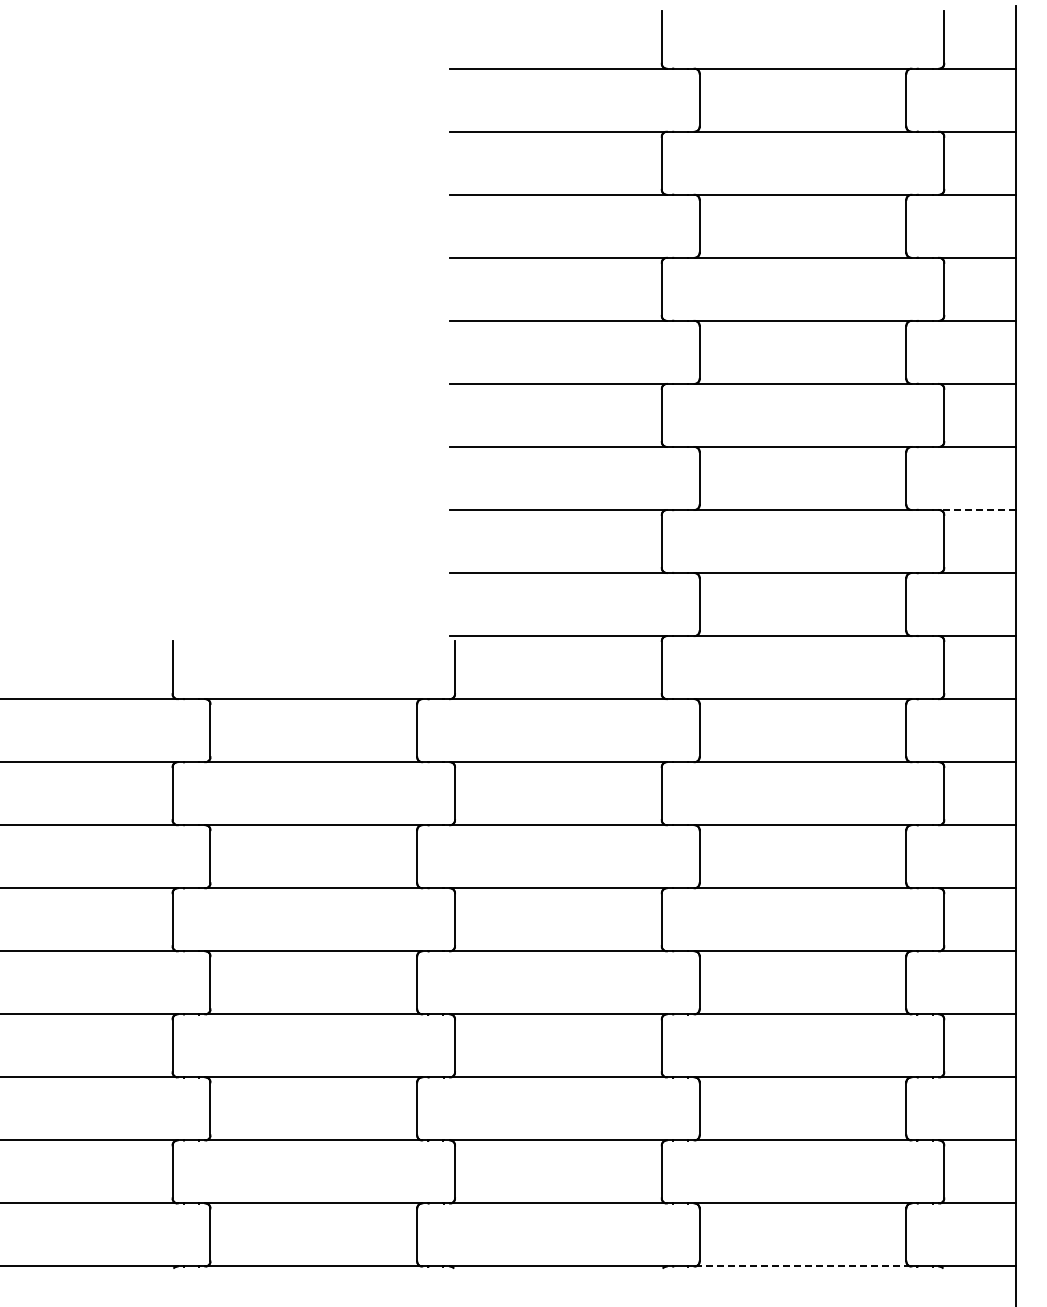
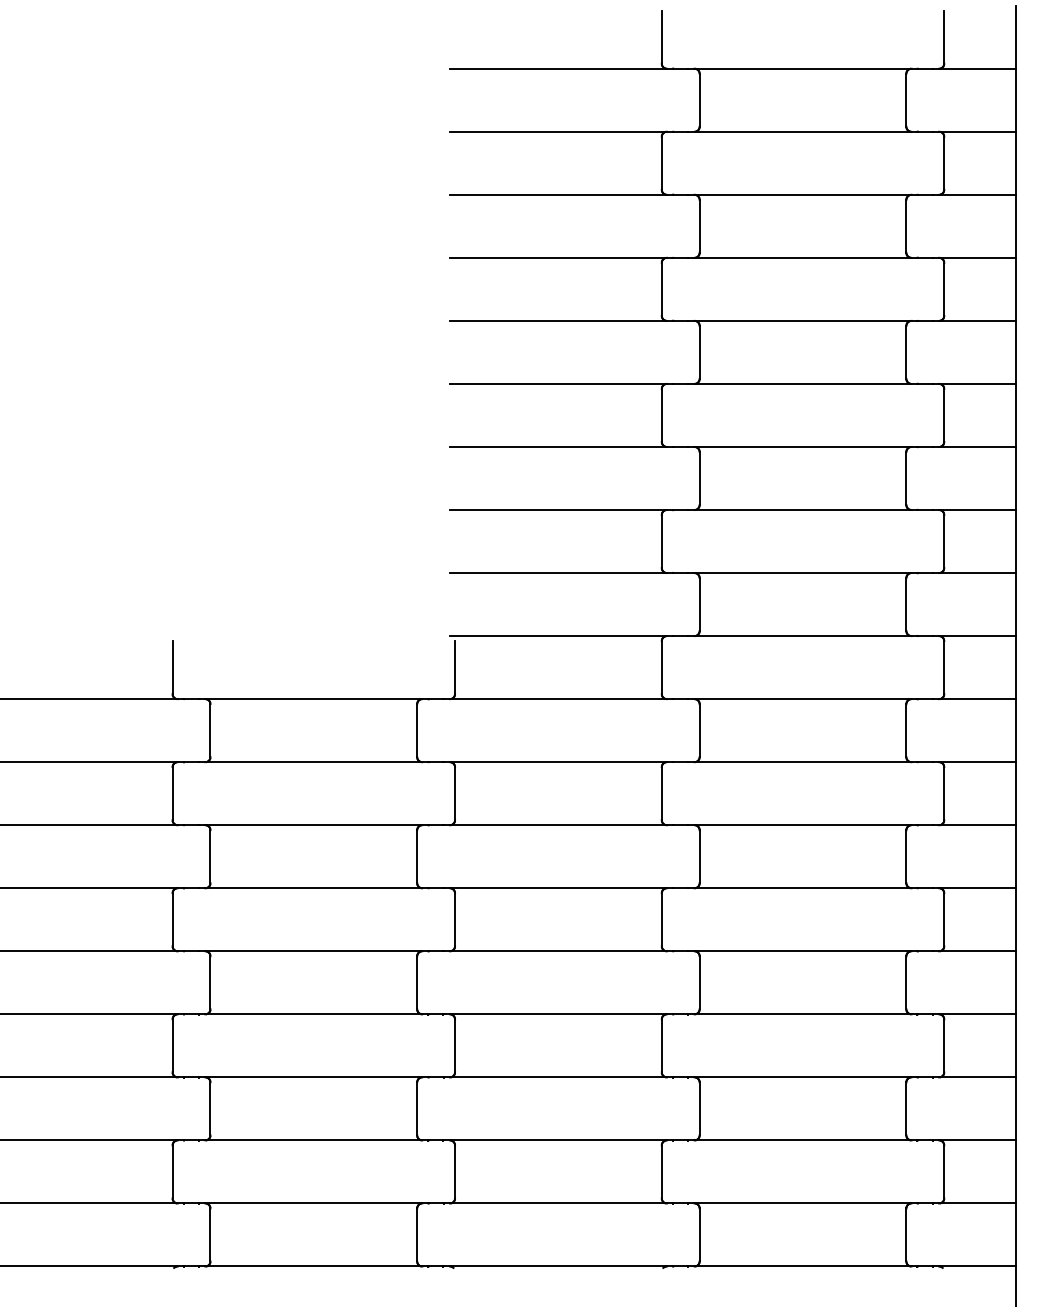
line at (976, 510): dashed -> solid
line at (802, 1266): dashed -> solid
